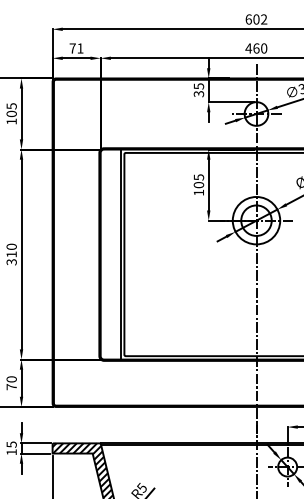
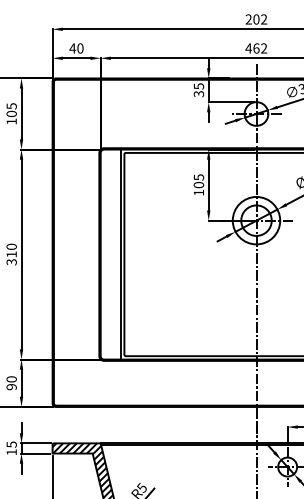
text at (248, 19): 602 -> 202
text at (76, 48): 71 -> 40
text at (264, 48): 460 -> 462
text at (11, 387): 70 -> 90
